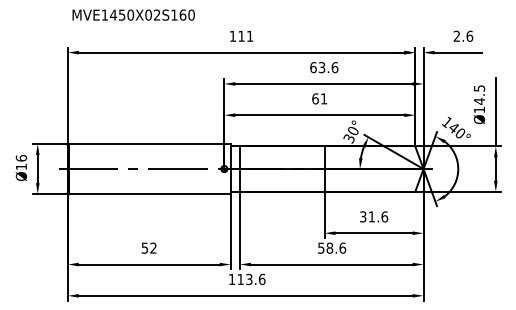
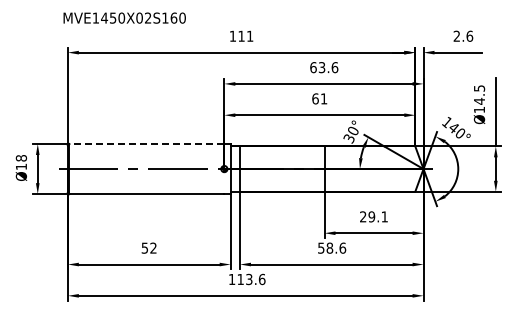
text at (133, 14) position: (133, 14) -> (124, 17)
line at (146, 144): solid -> dashed
text at (20, 157): Ø16 -> Ø18
text at (374, 216): 31.6 -> 29.1
